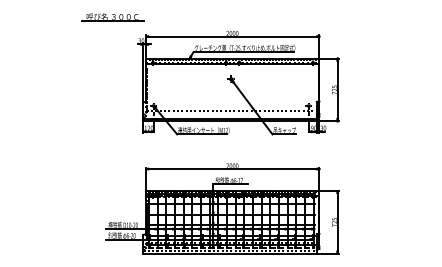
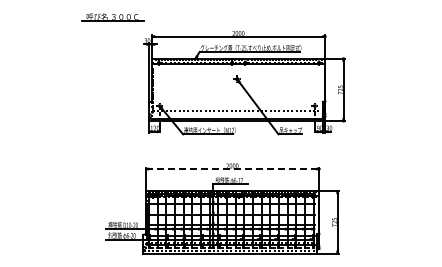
part at (238, 83) position: (238, 83) -> (244, 83)
line at (232, 169): solid -> dashed
